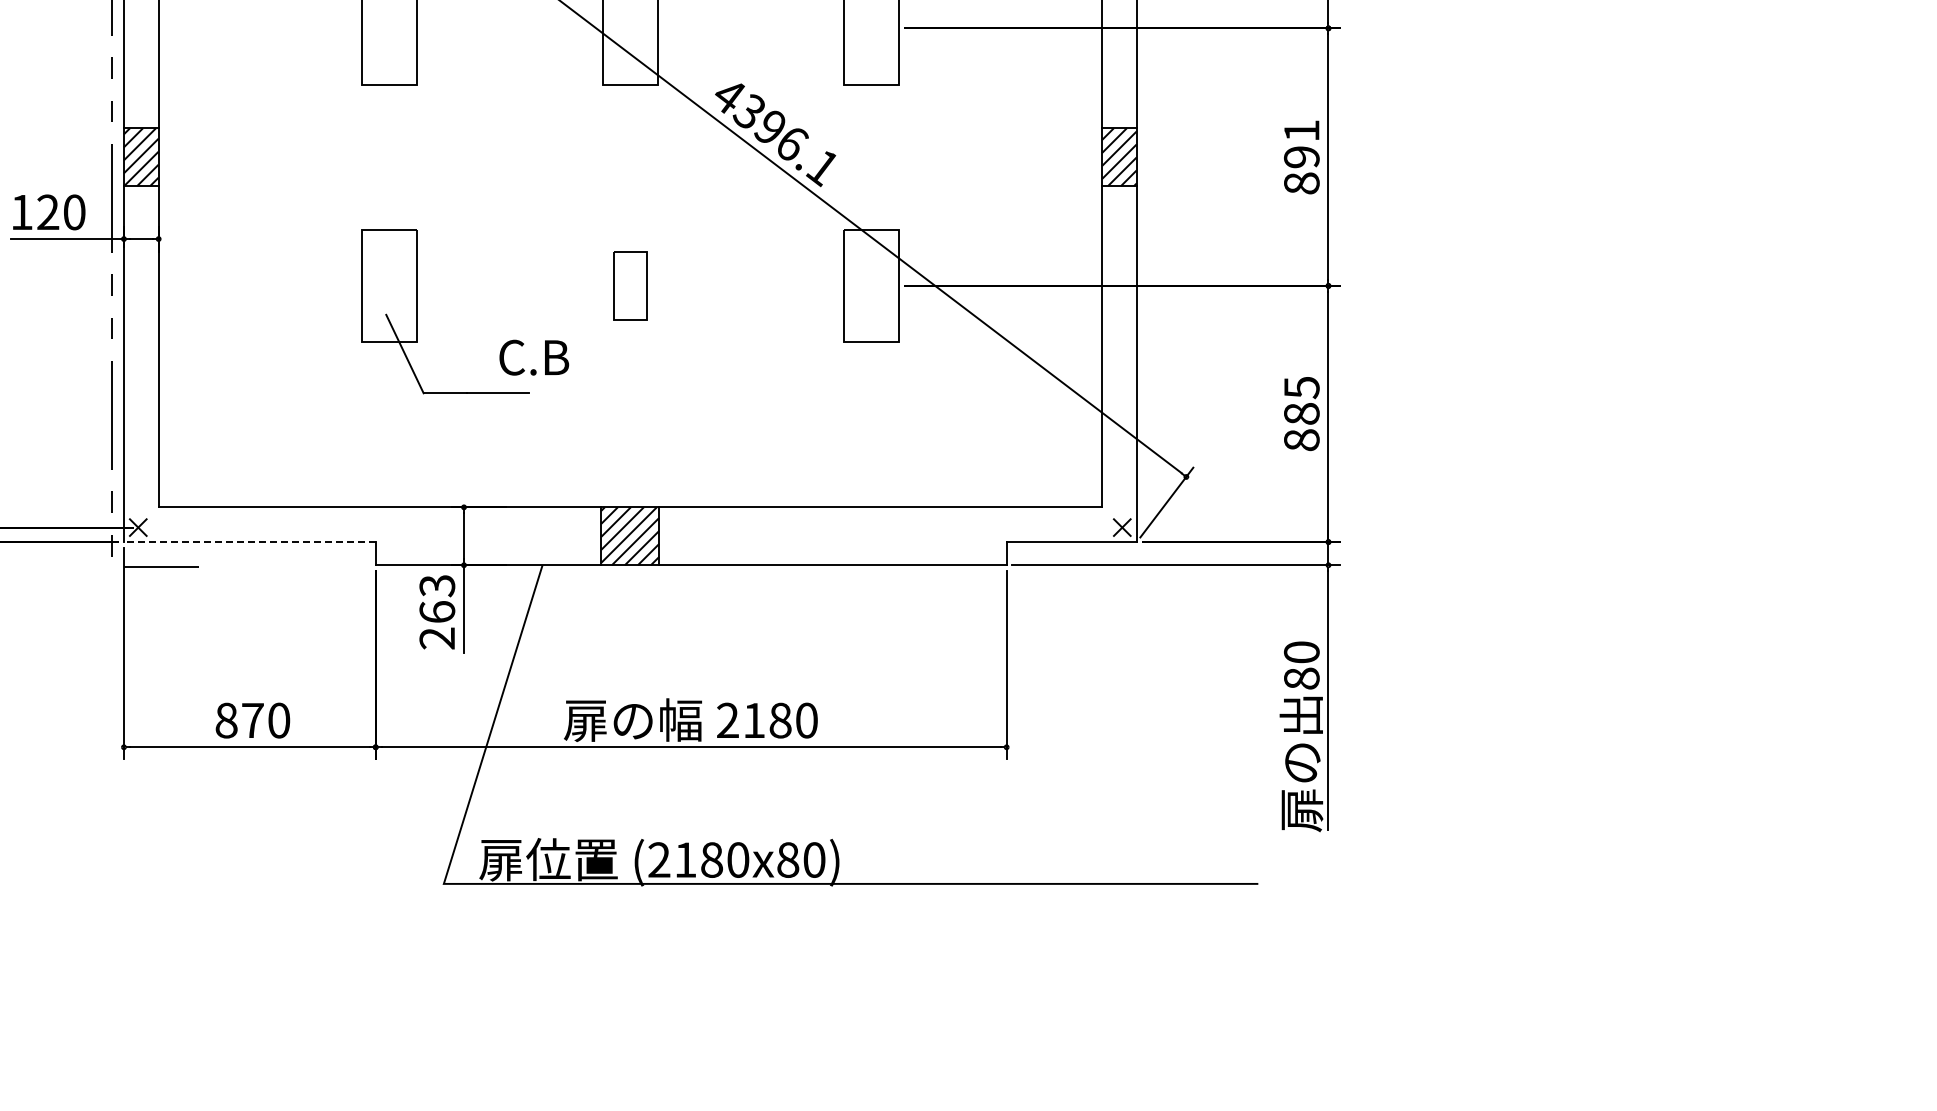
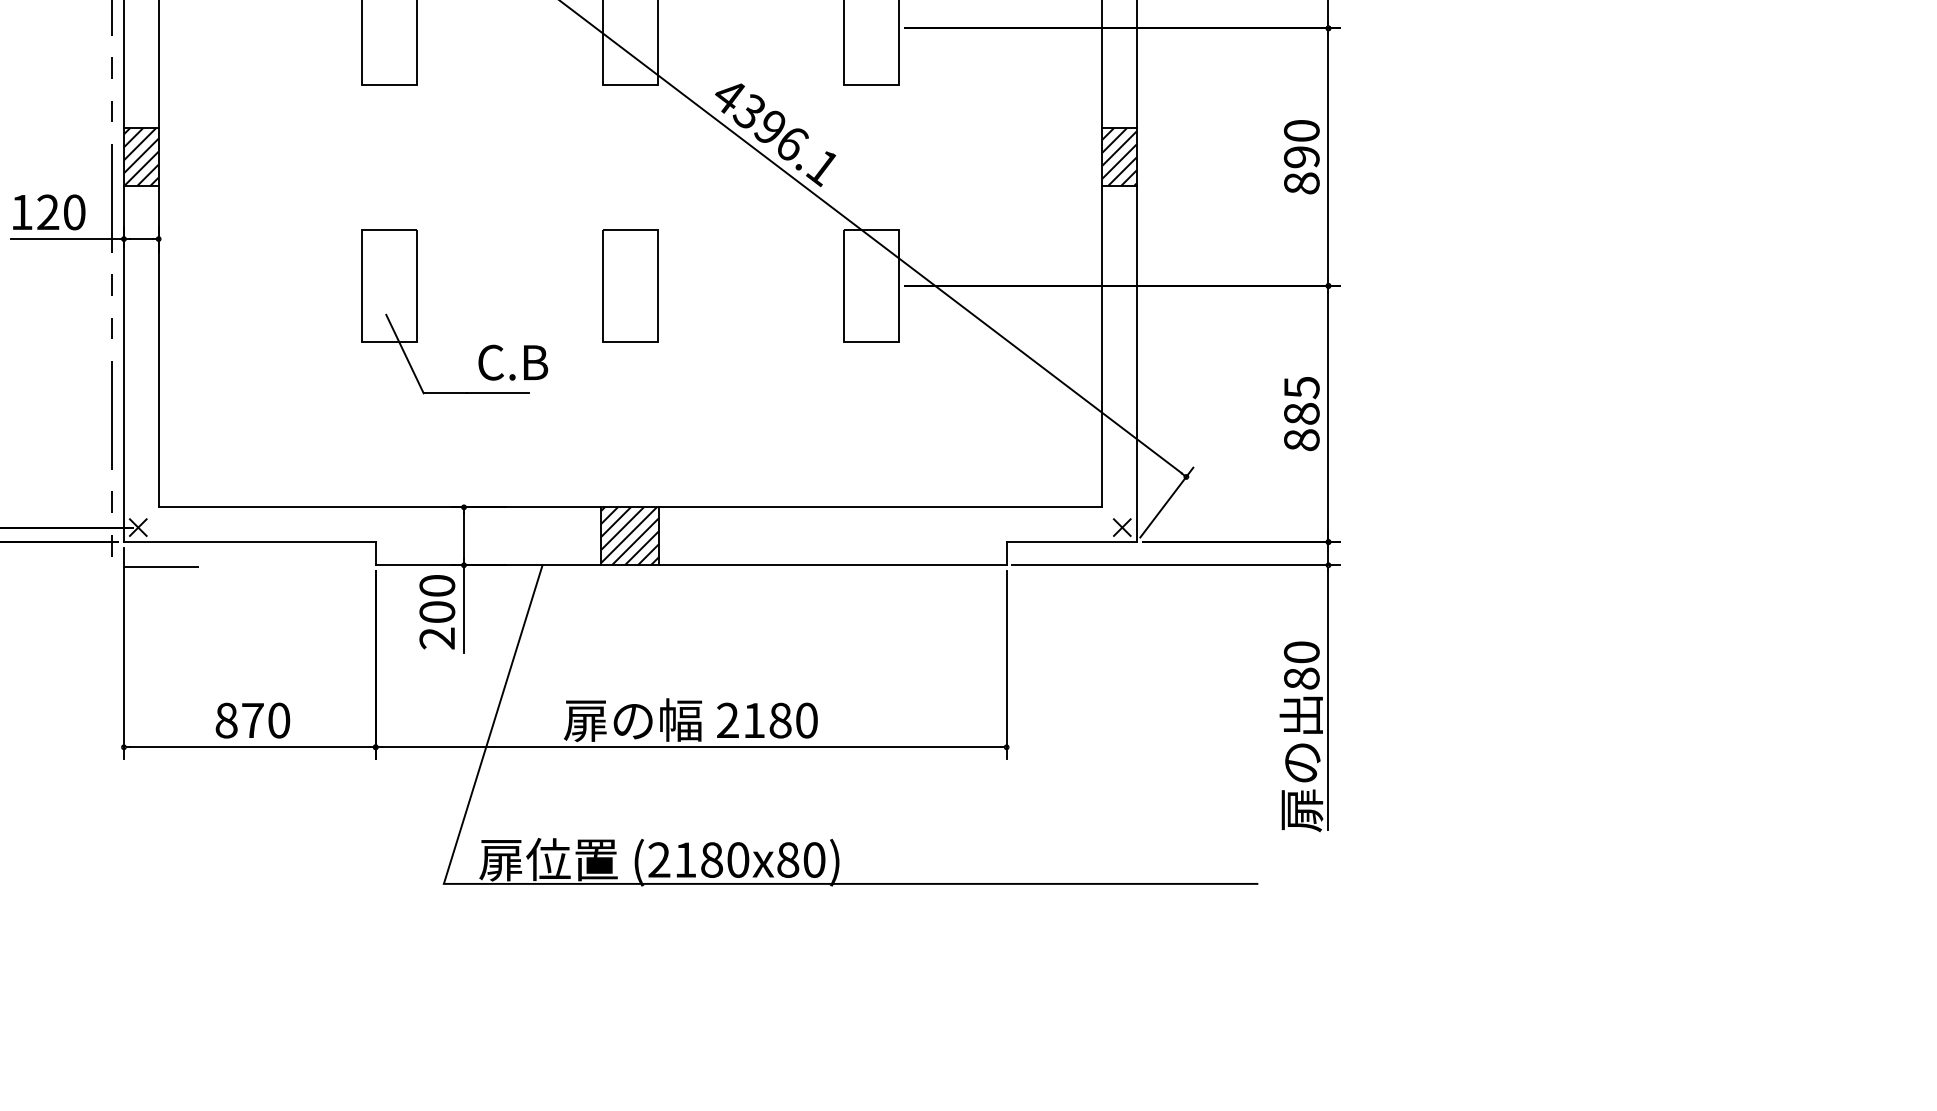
text at (1301, 130): 891 -> 890
part at (630, 285) size: 35x70 px -> 57x114 px
text at (534, 357) position: (534, 357) -> (513, 362)
line at (249, 542): dashed -> solid
text at (437, 598): 263 -> 200
